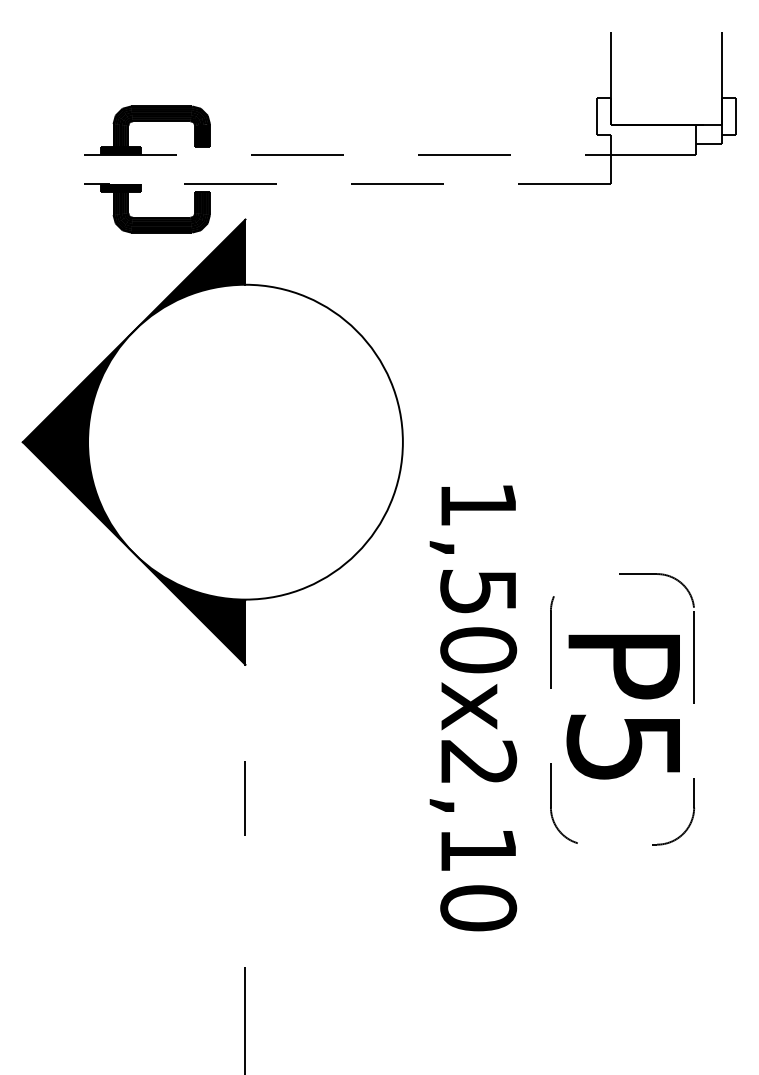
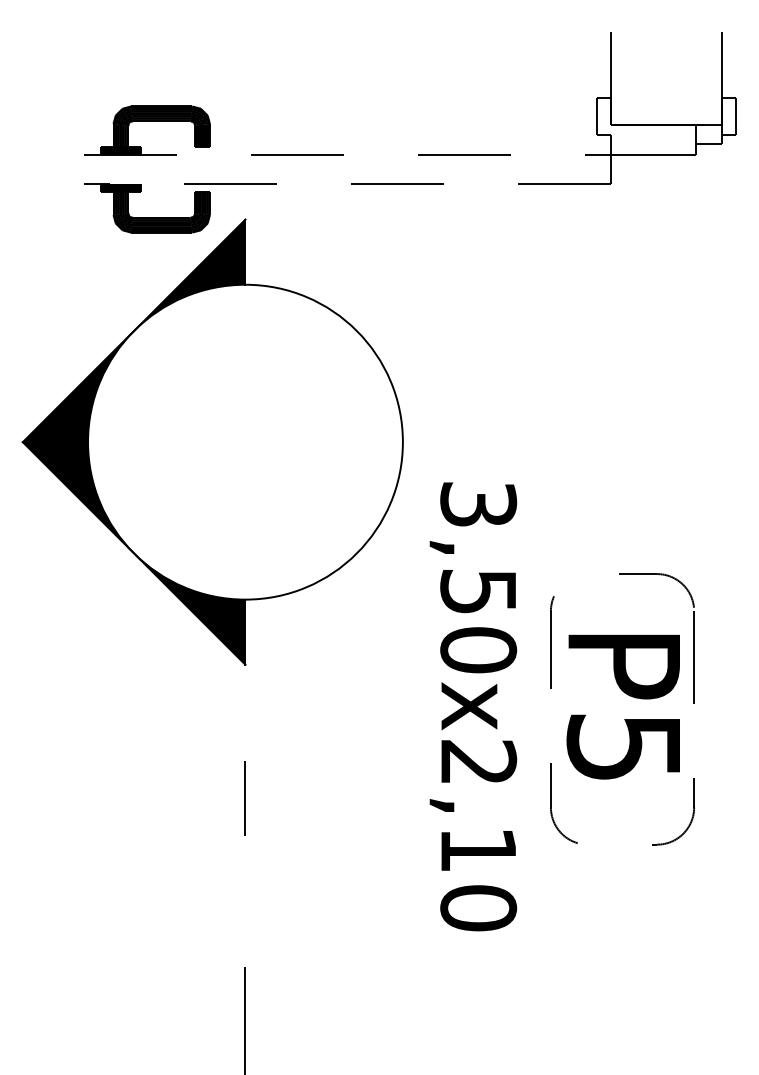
text at (478, 504): 1,50x2,10 -> 3,50x2,10
